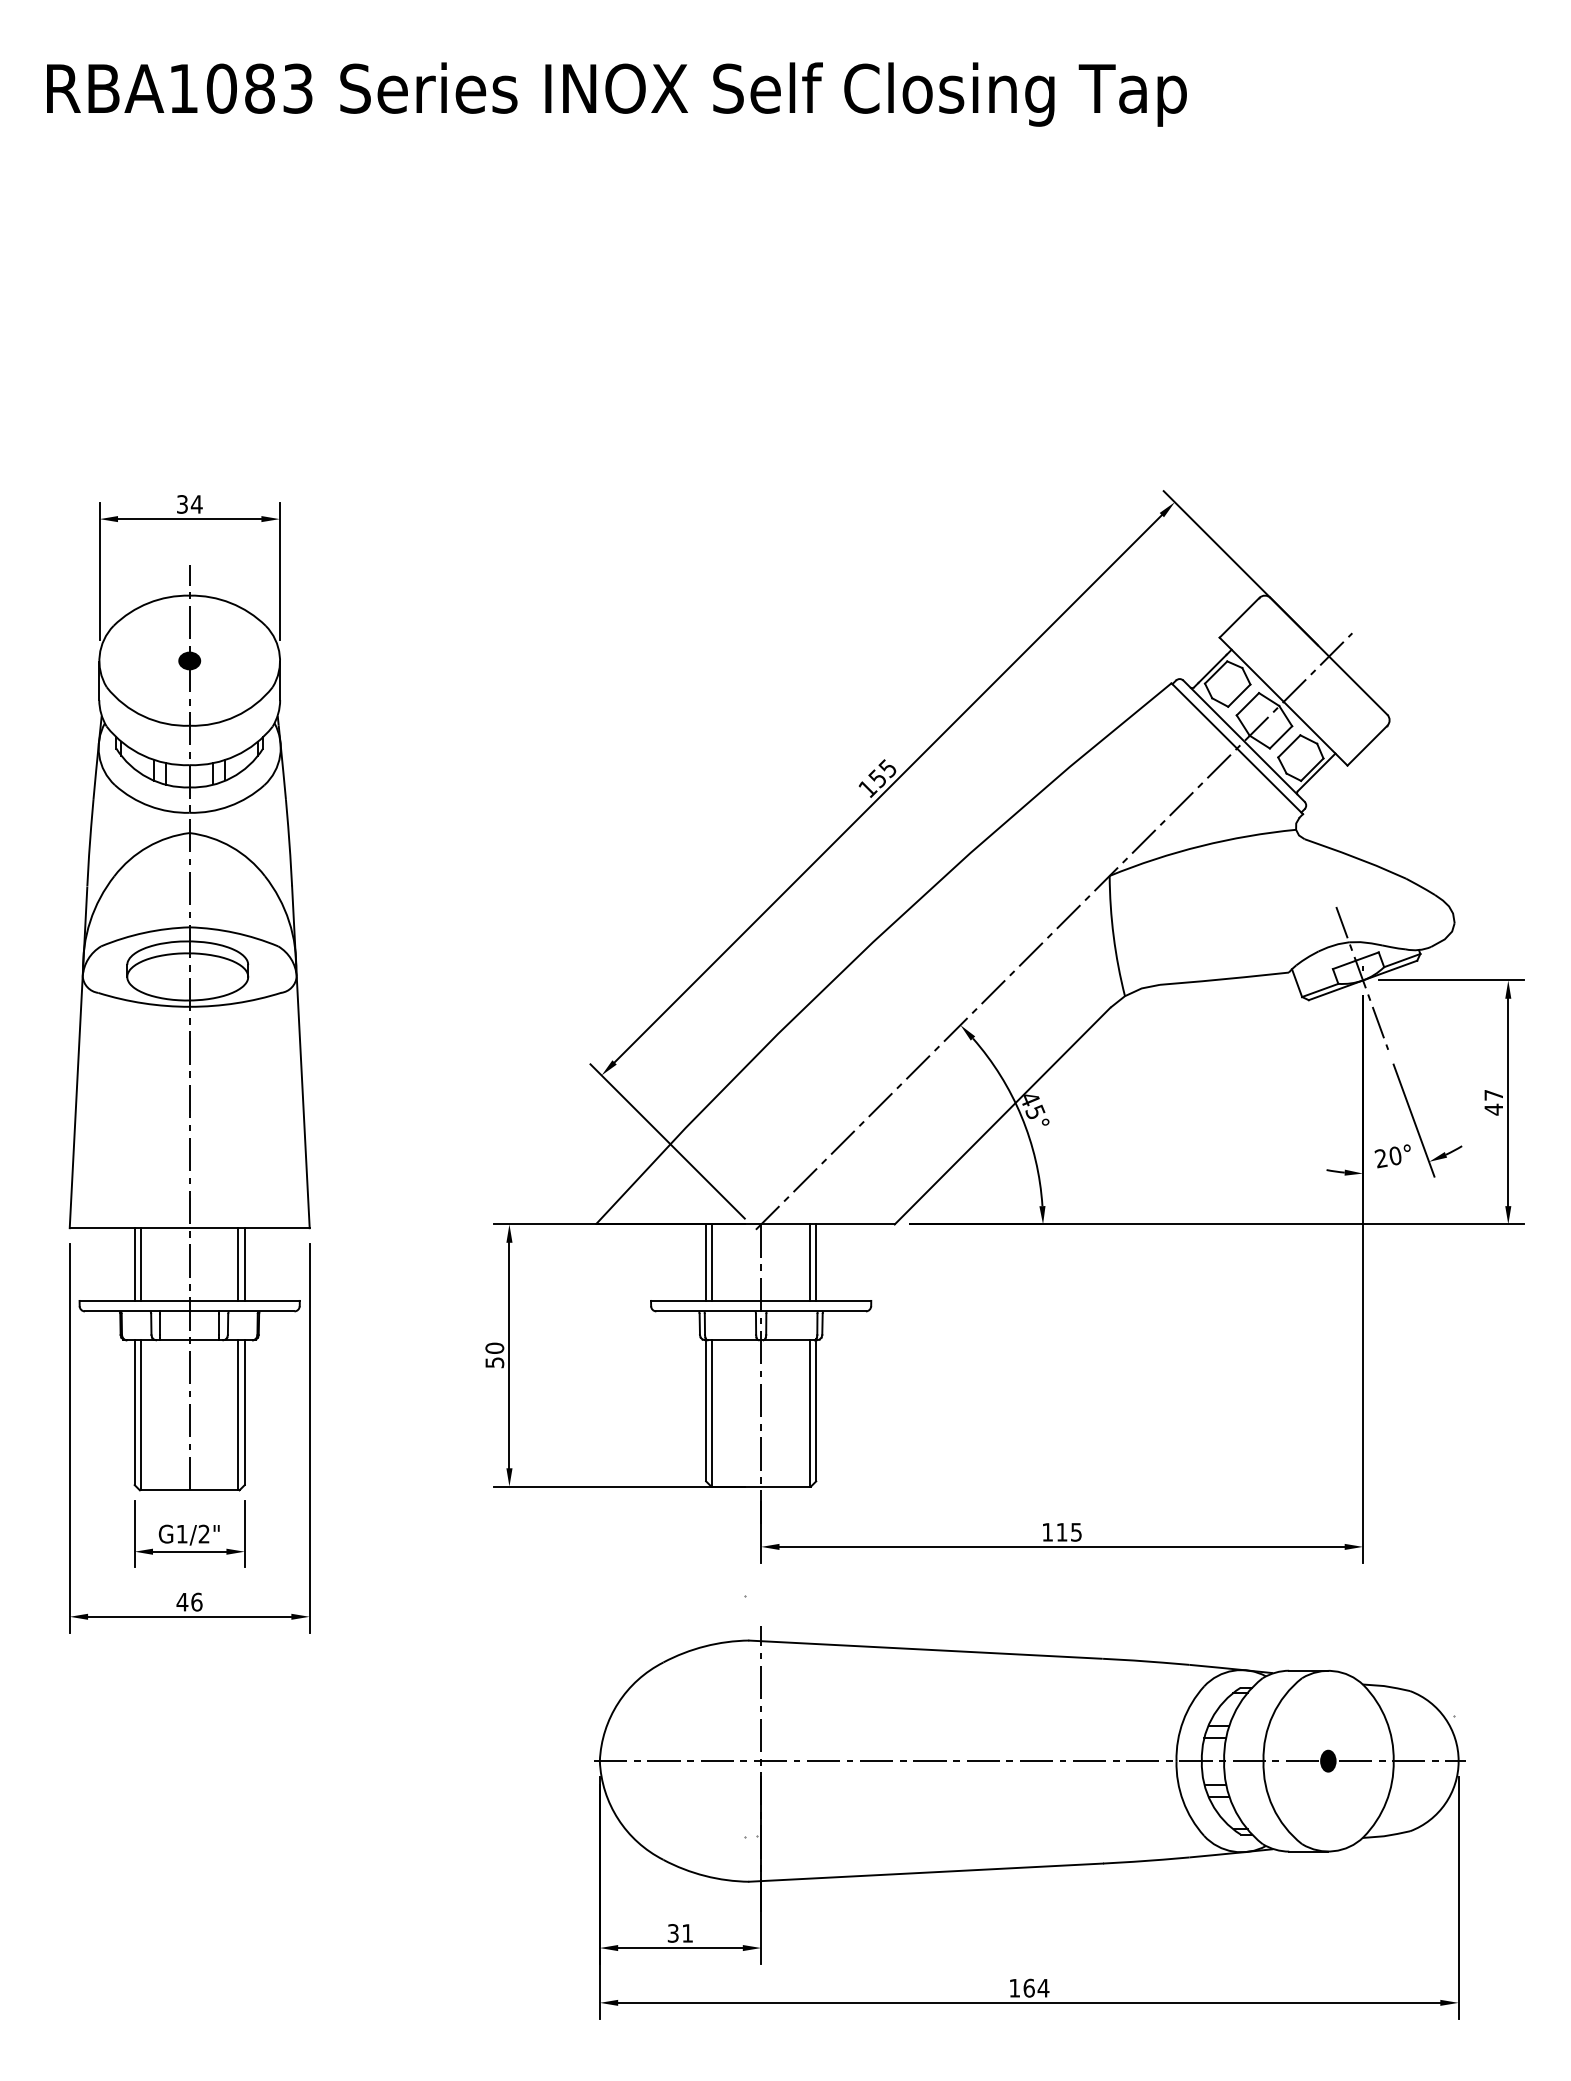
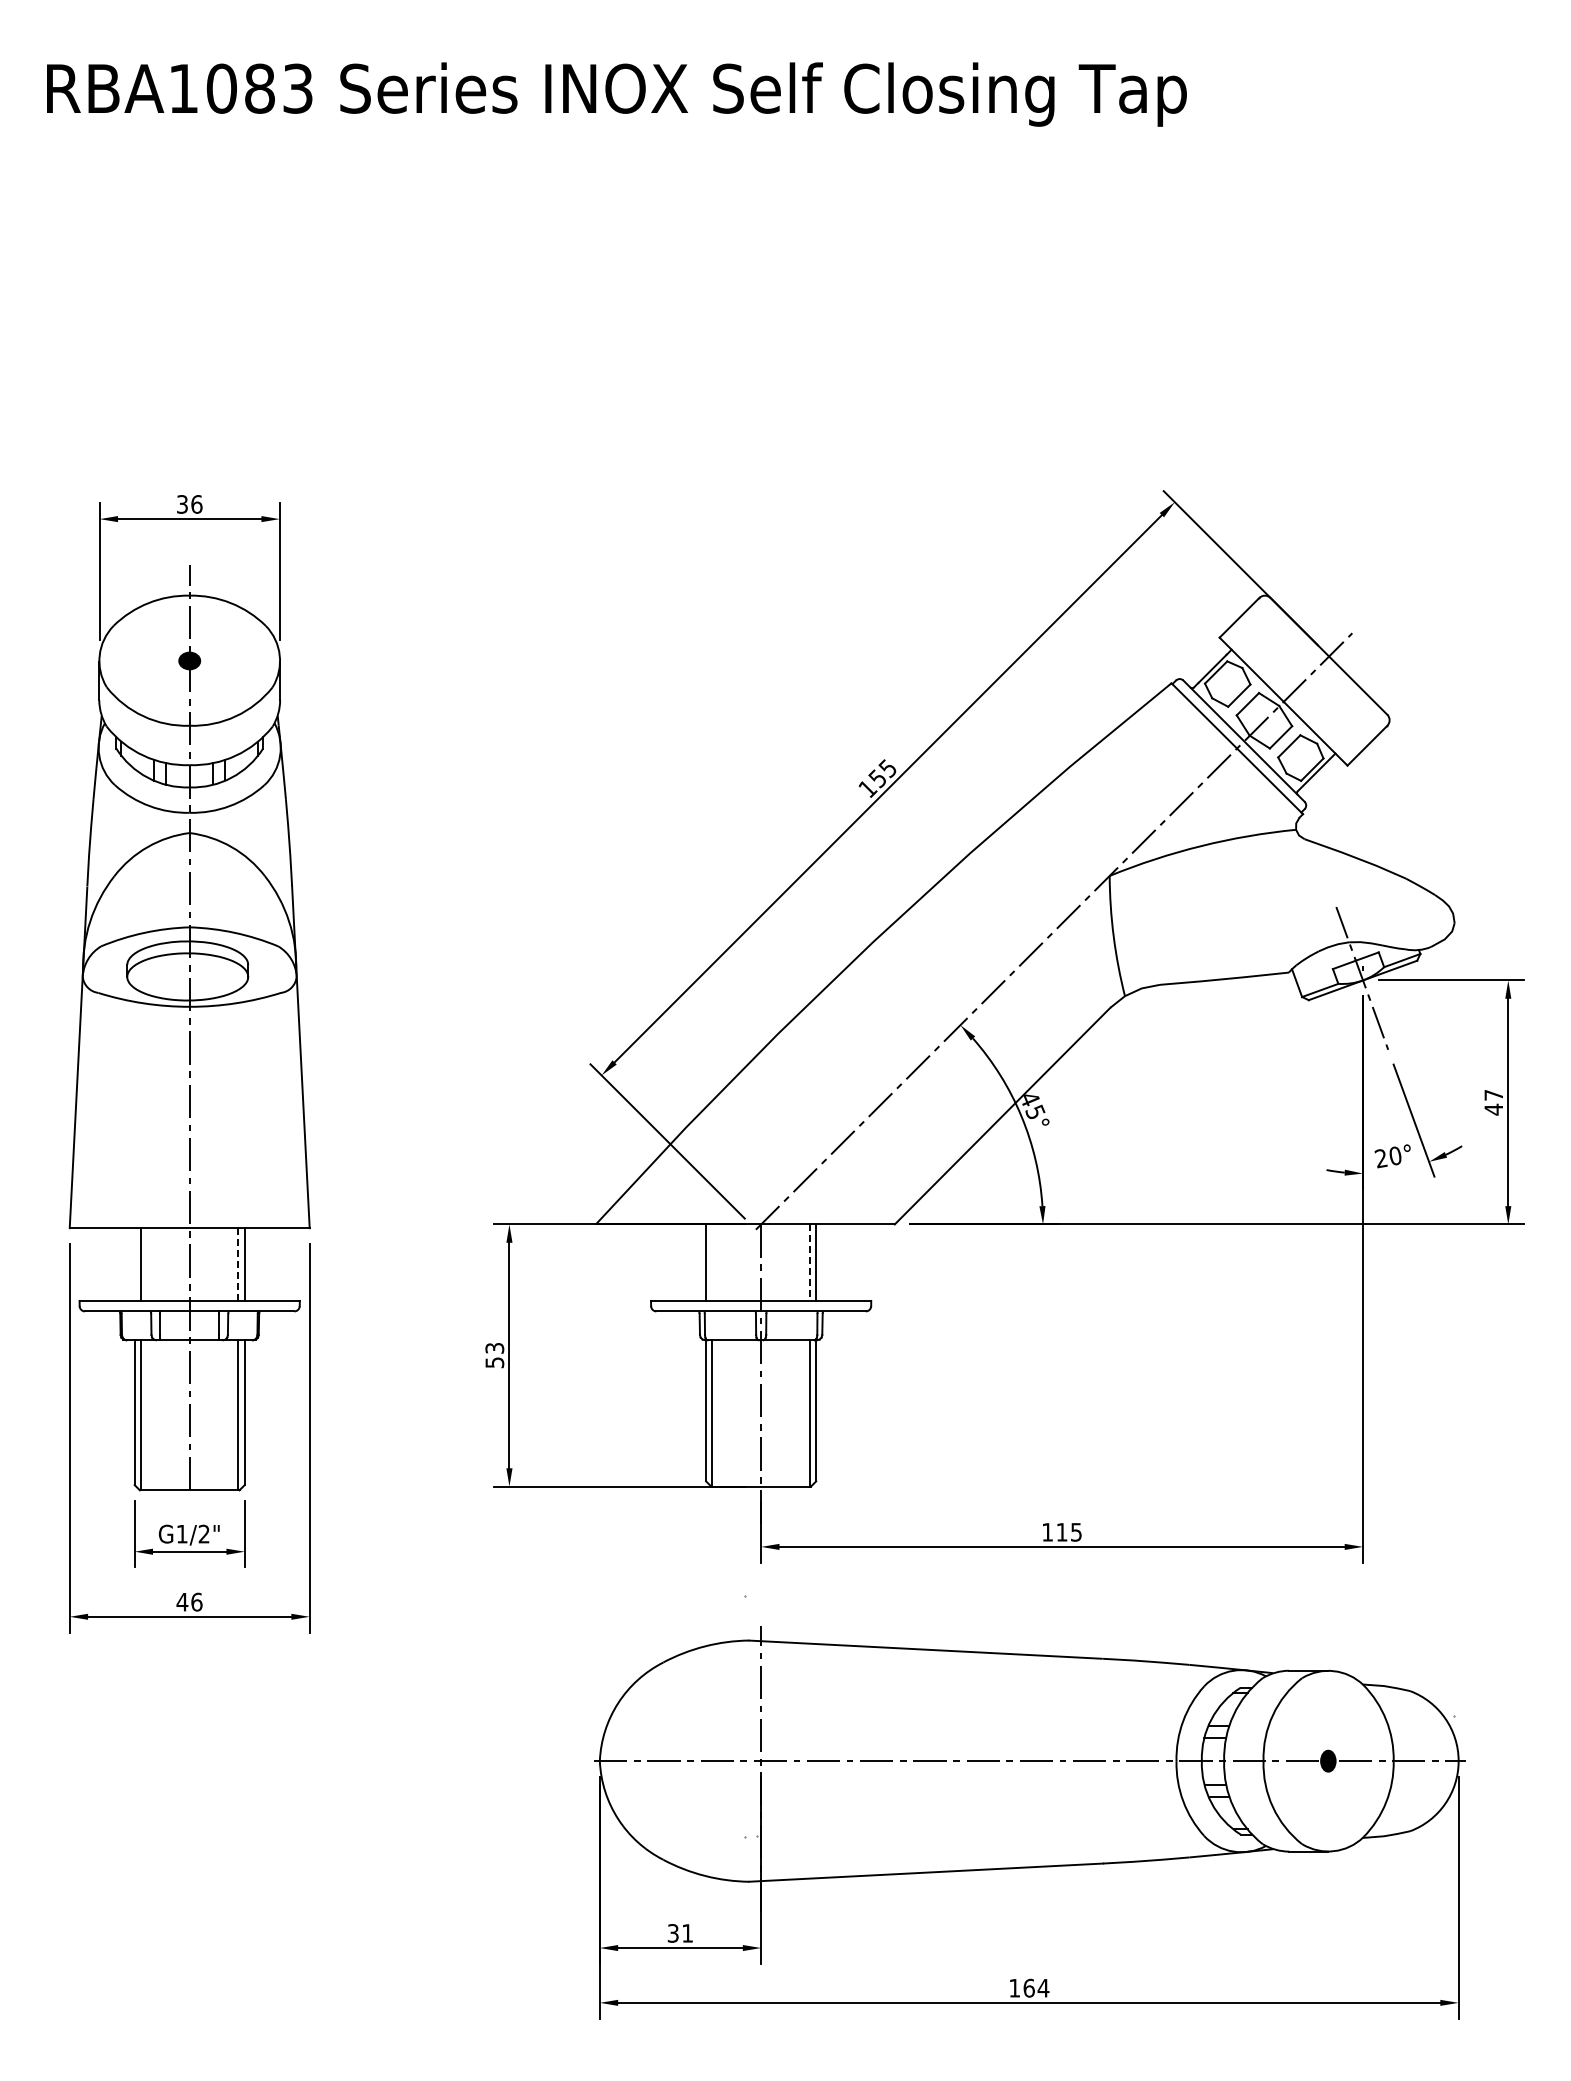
text at (196, 504): 34 -> 36
line at (712, 1262): present -> none
line at (809, 1263): solid -> dashed
line at (134, 1264): present -> none
line at (238, 1265): solid -> dashed
text at (494, 1347): 50 -> 53
